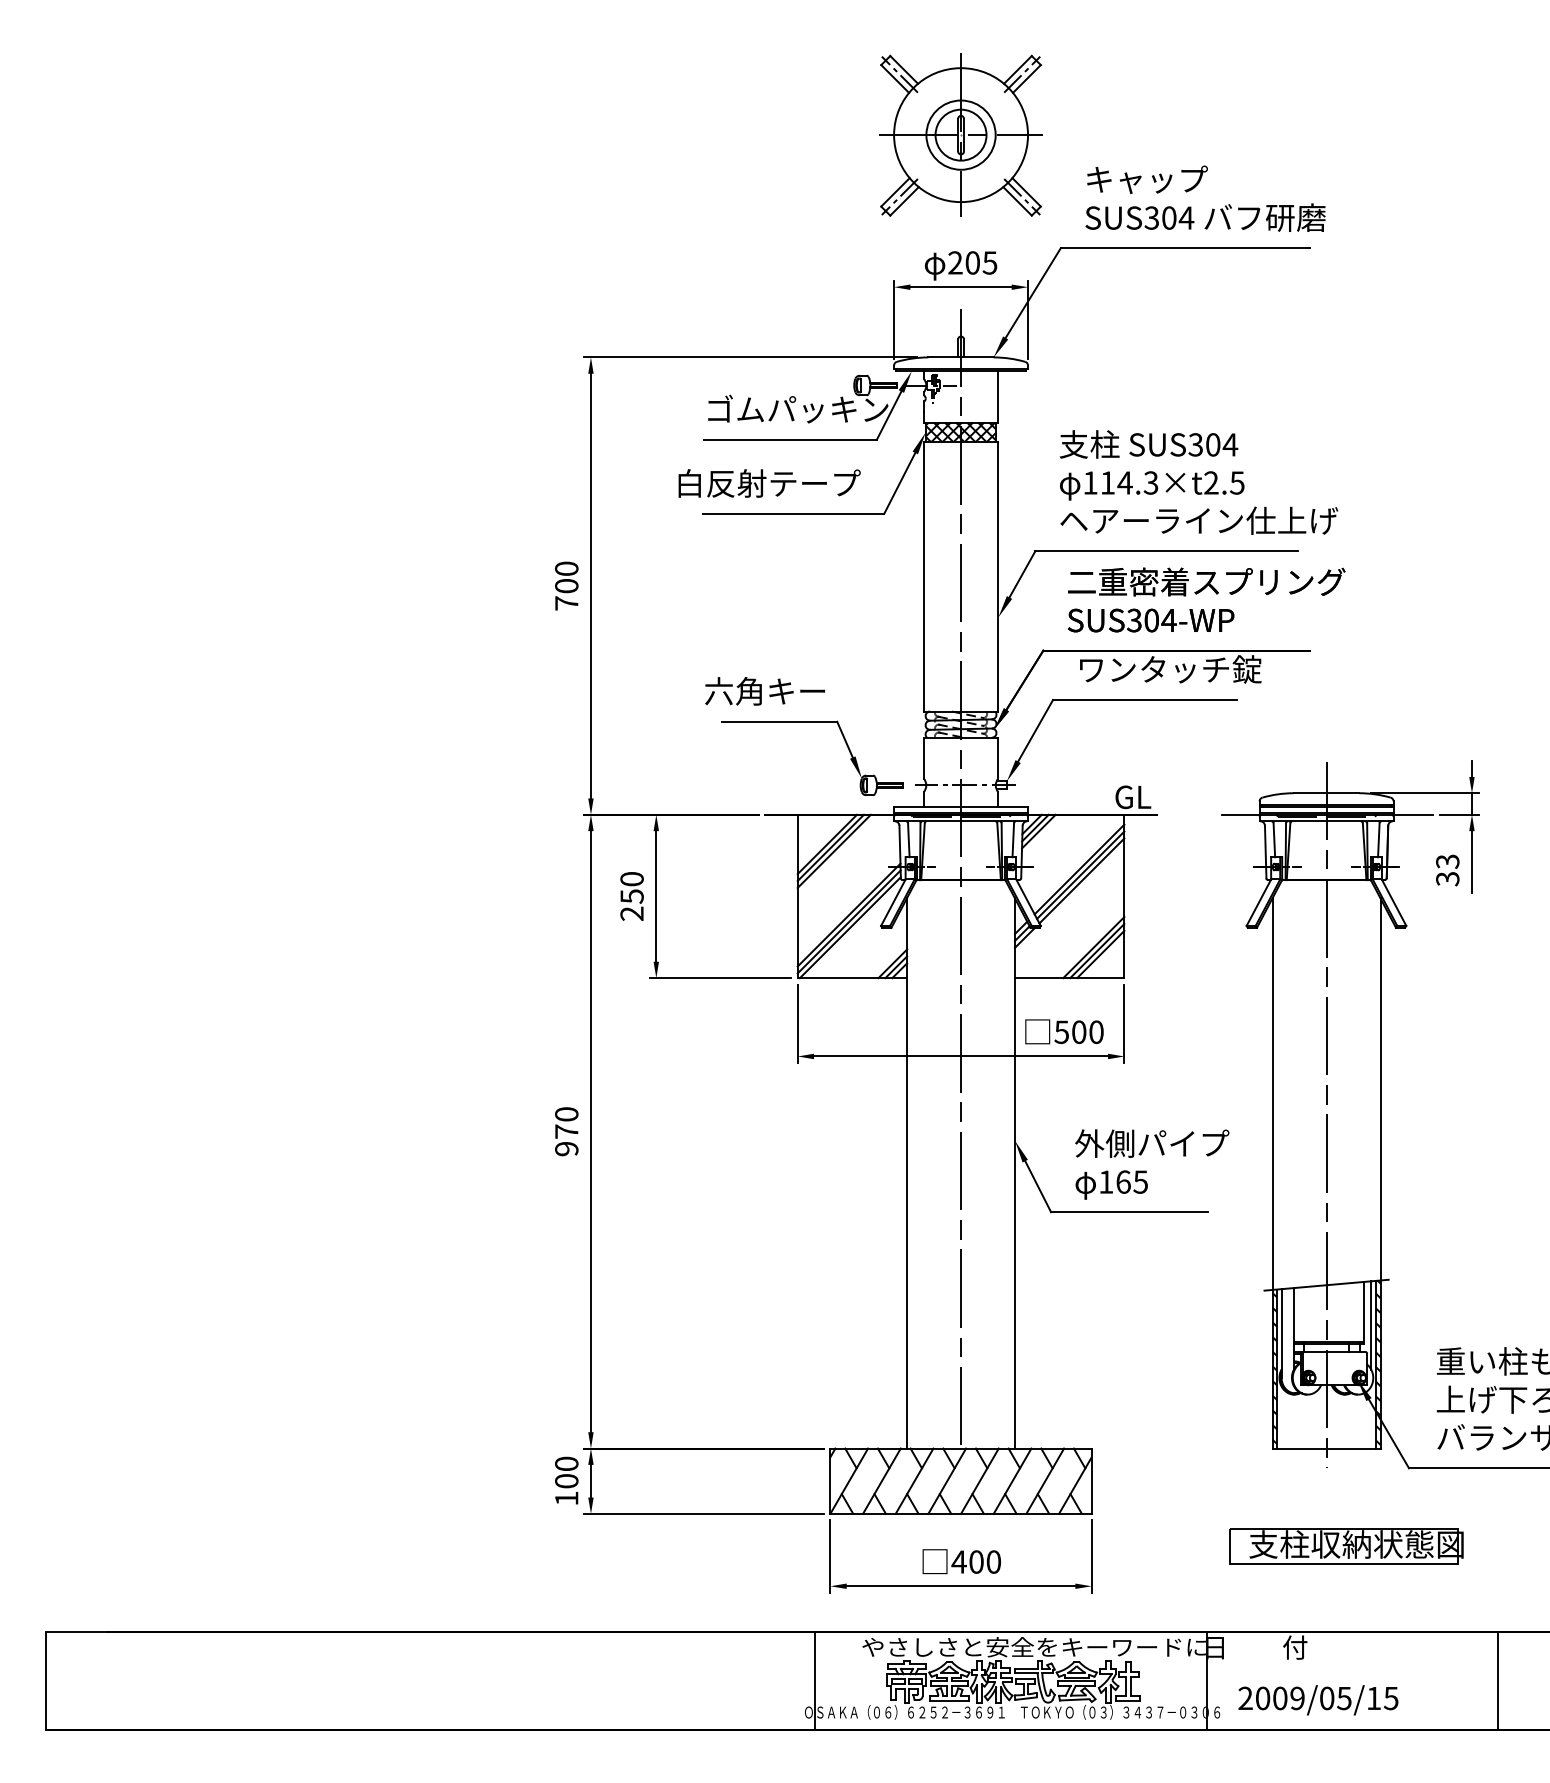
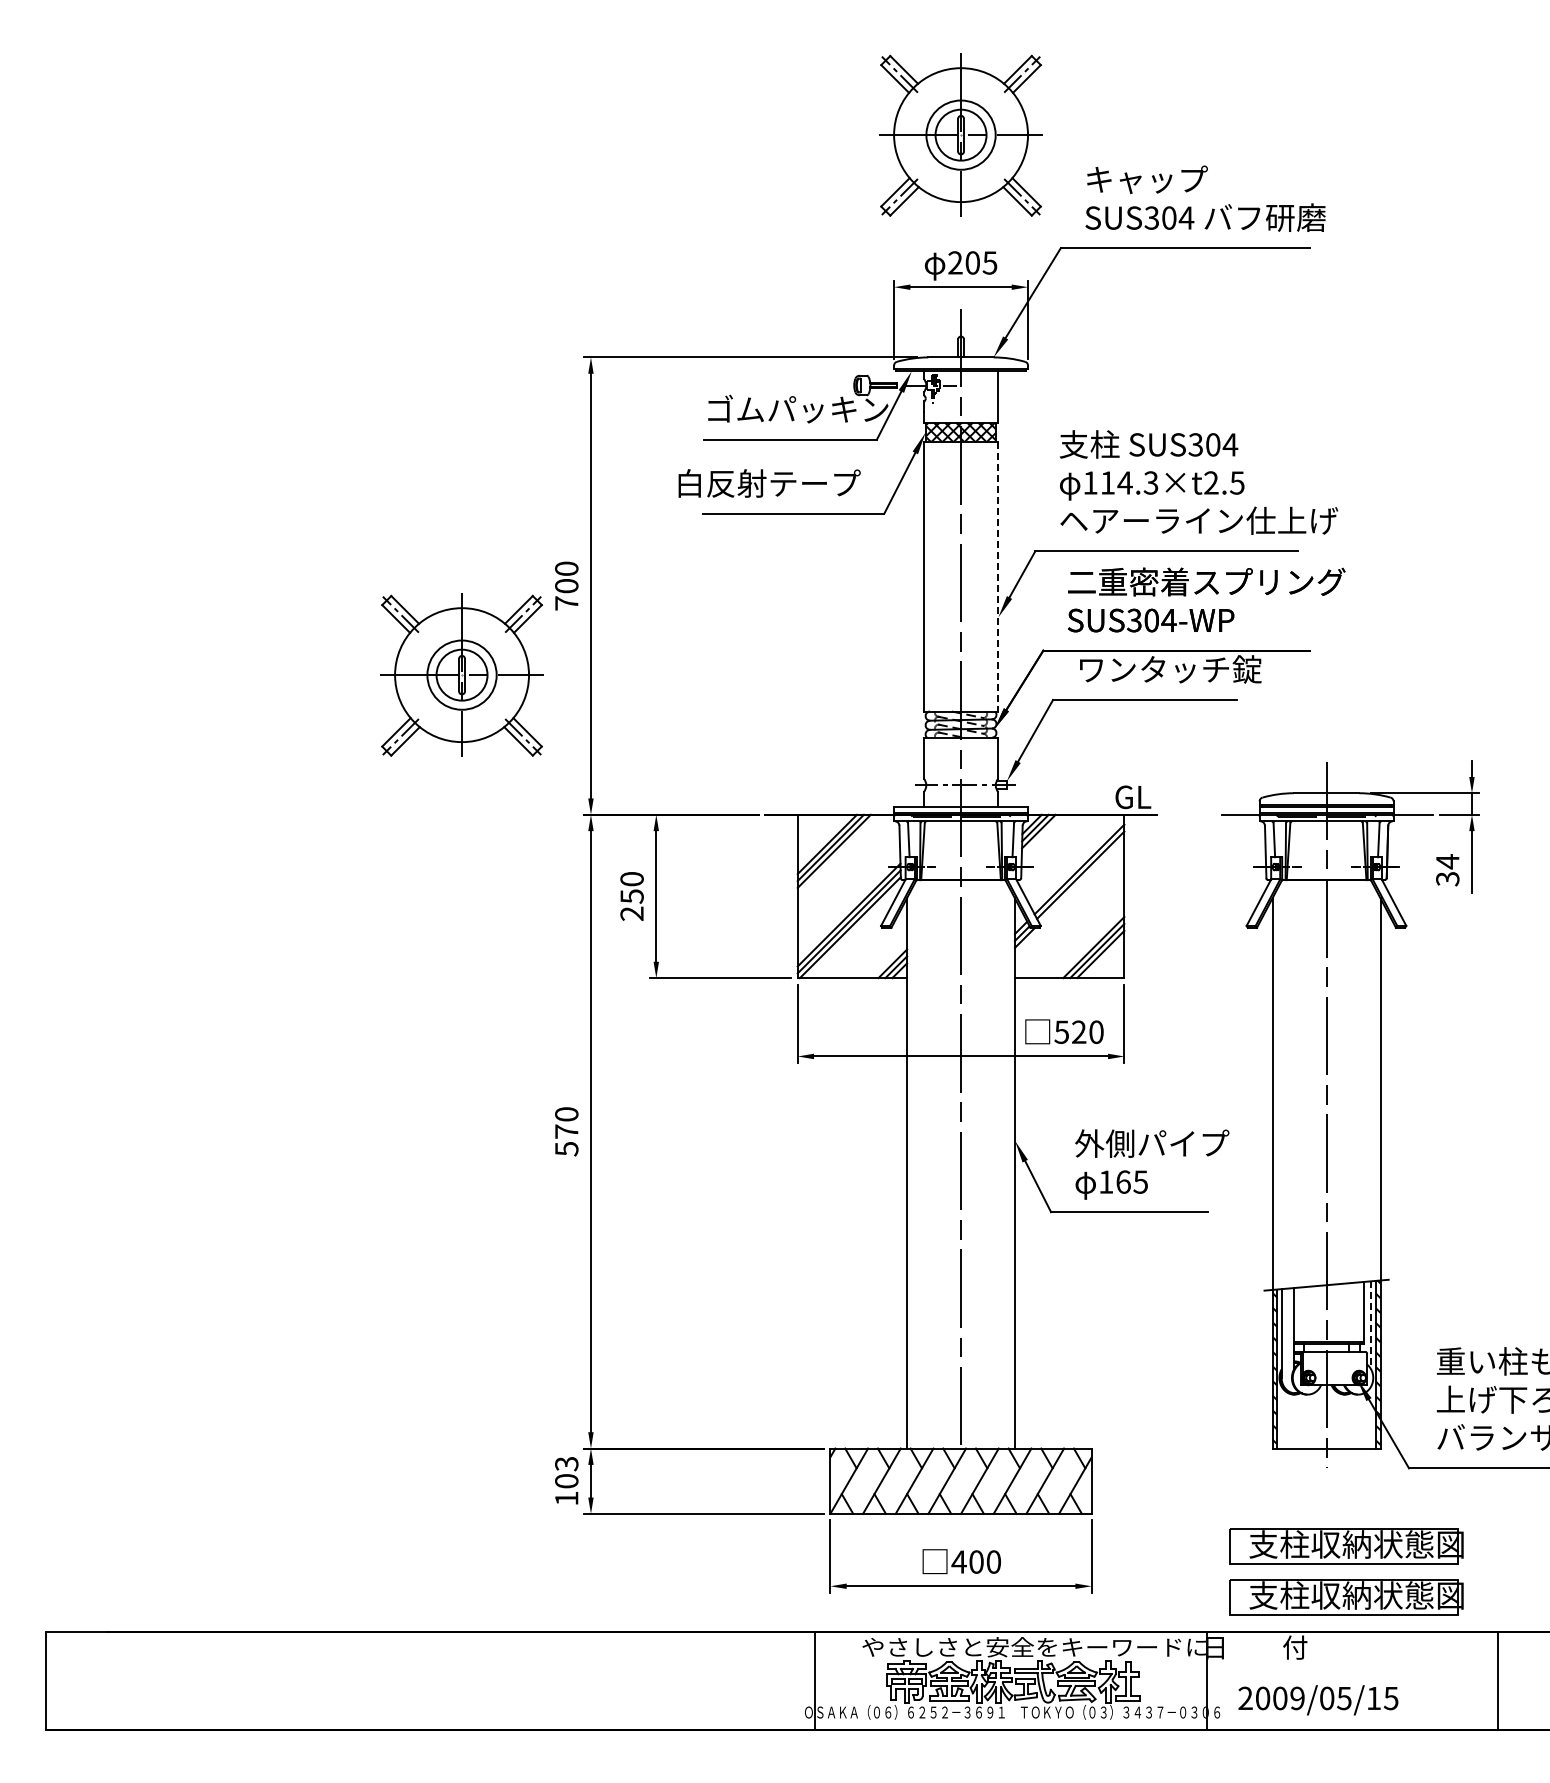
line at (998, 576): solid -> dashed
part at (461, 674): none -> present
part at (804, 722): present -> none
text at (1447, 861): 33 -> 34
line at (1081, 880): present -> none
text at (1079, 1032): 500 -> 520
text at (566, 1149): 970 -> 570
line at (1371, 1326): solid -> dashed
text at (566, 1463): 100 -> 103
part at (1346, 1597): none -> present
